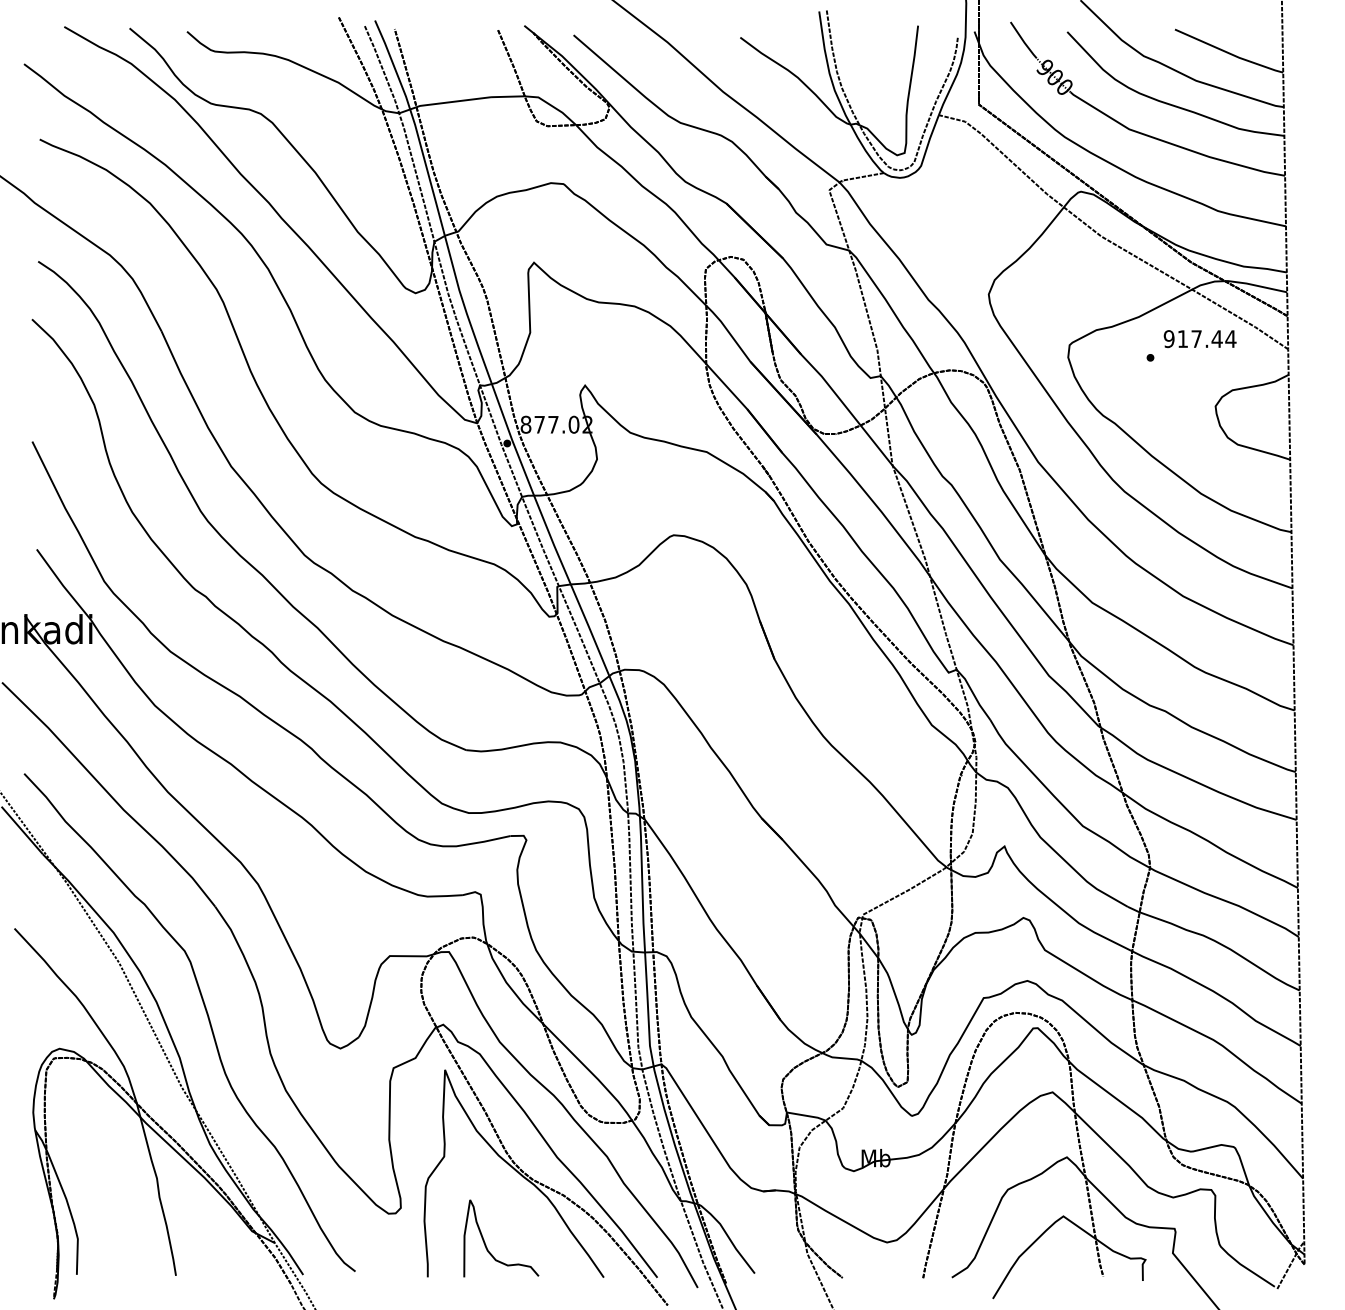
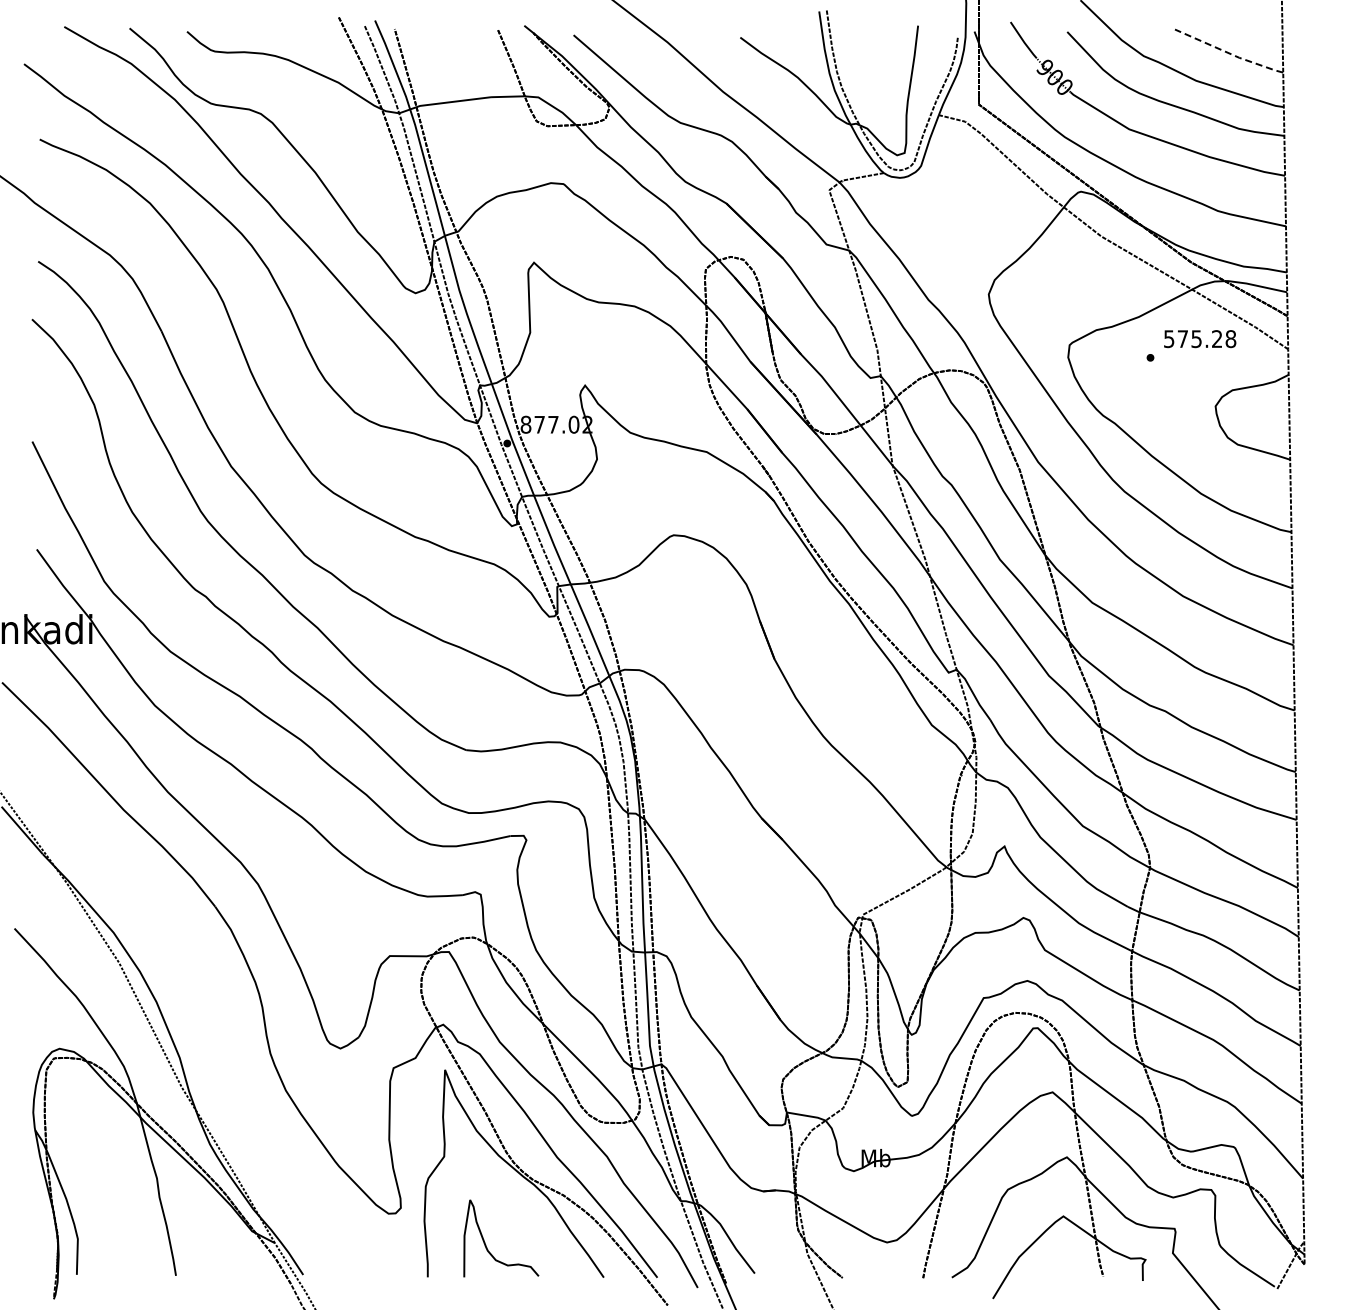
line at (1229, 53): solid -> dashed
text at (1199, 339): 917.44 -> 575.28
curve at (207, 1018): present -> none
